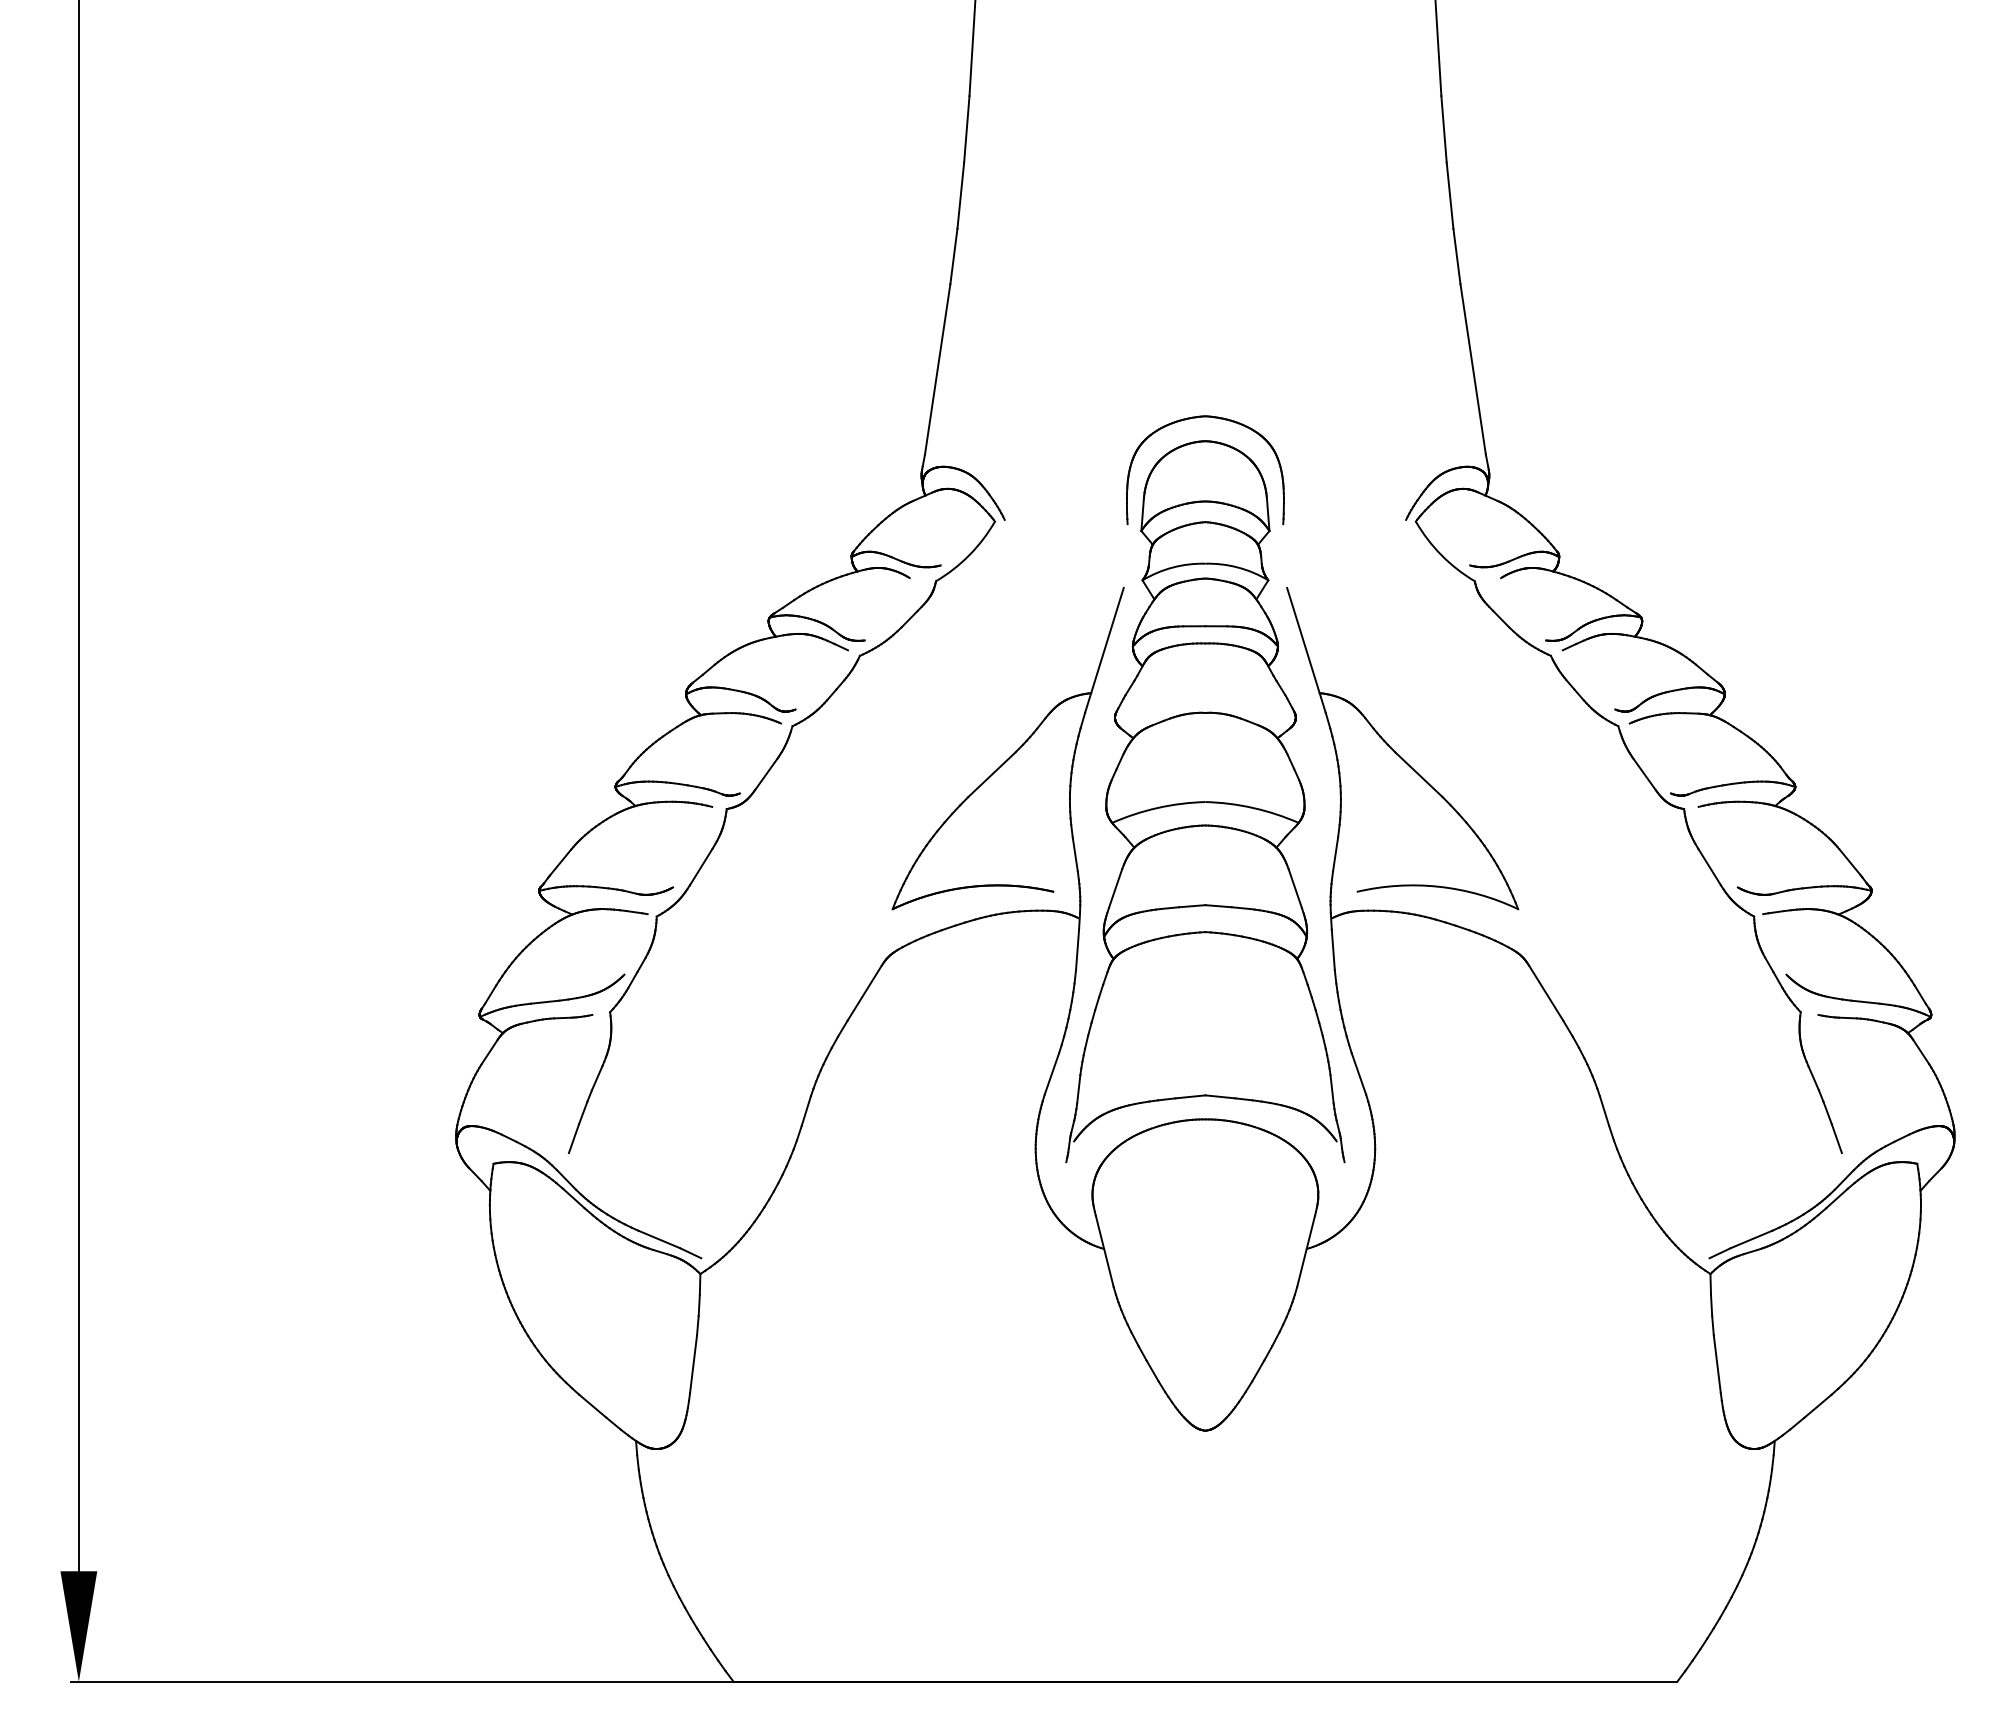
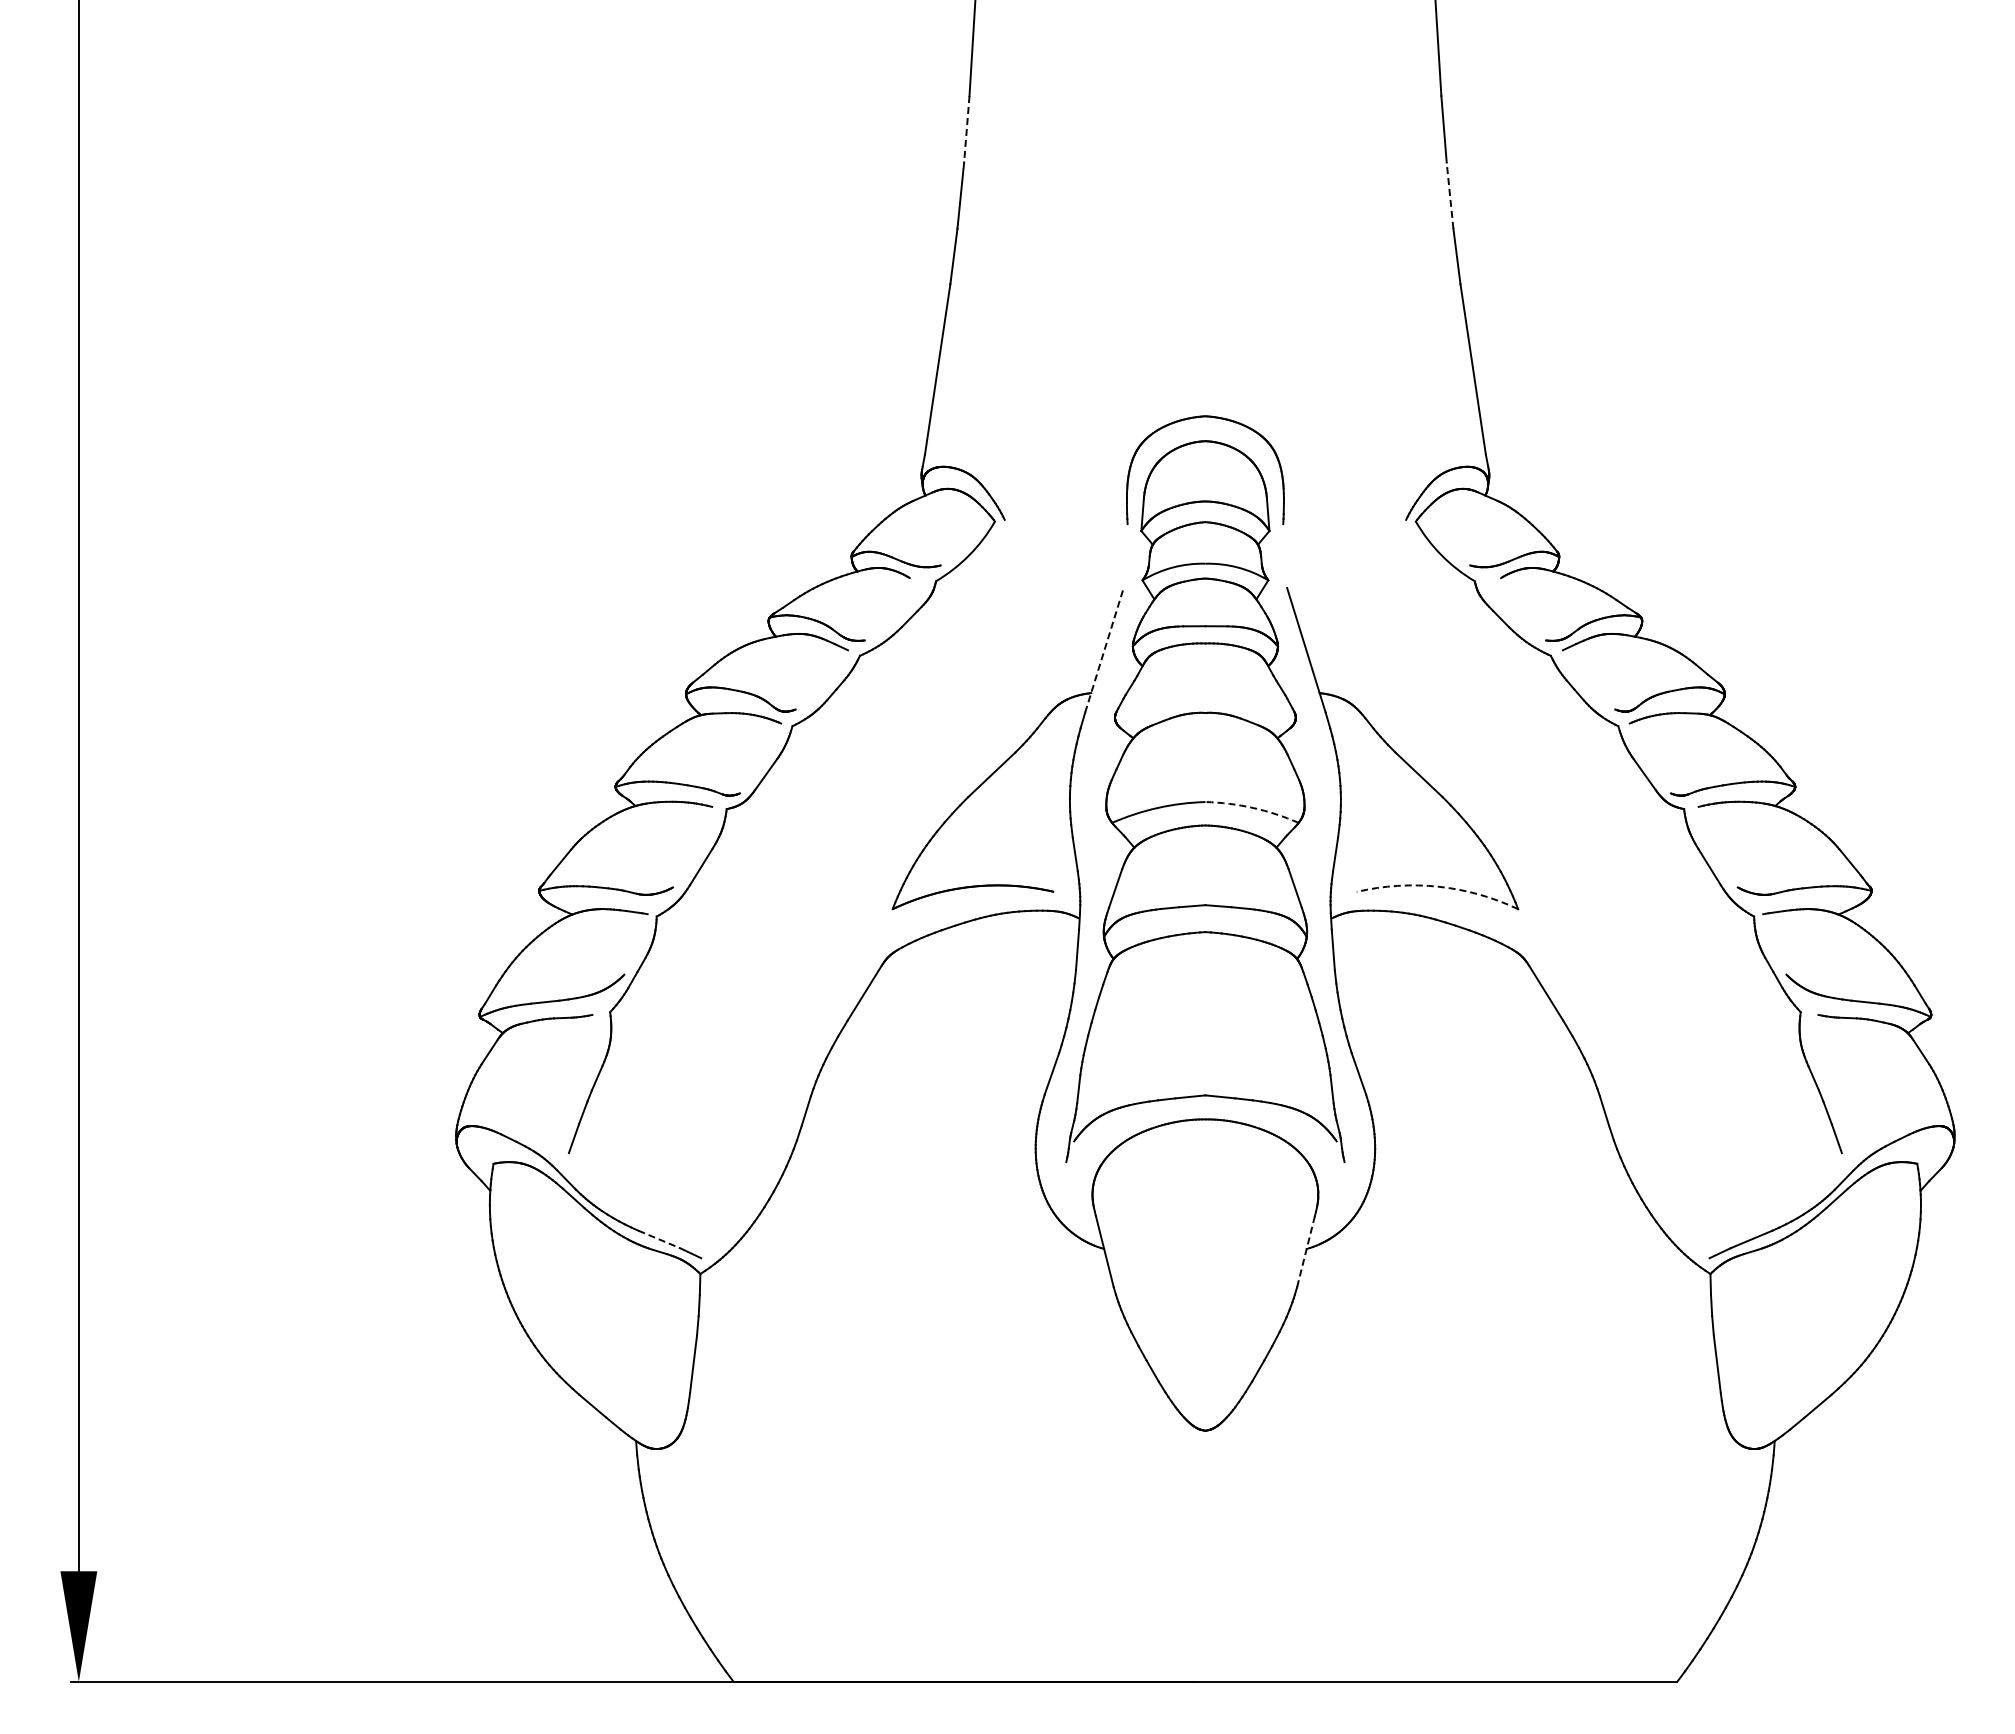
line at (966, 129): solid -> dashed
line at (1450, 195): solid -> dashed
line at (1104, 649): solid -> dashed
arc at (1253, 807): solid -> dashed
arc at (1438, 886): solid -> dashed
line at (659, 1239): solid -> dashed
line at (1306, 1251): solid -> dashed
